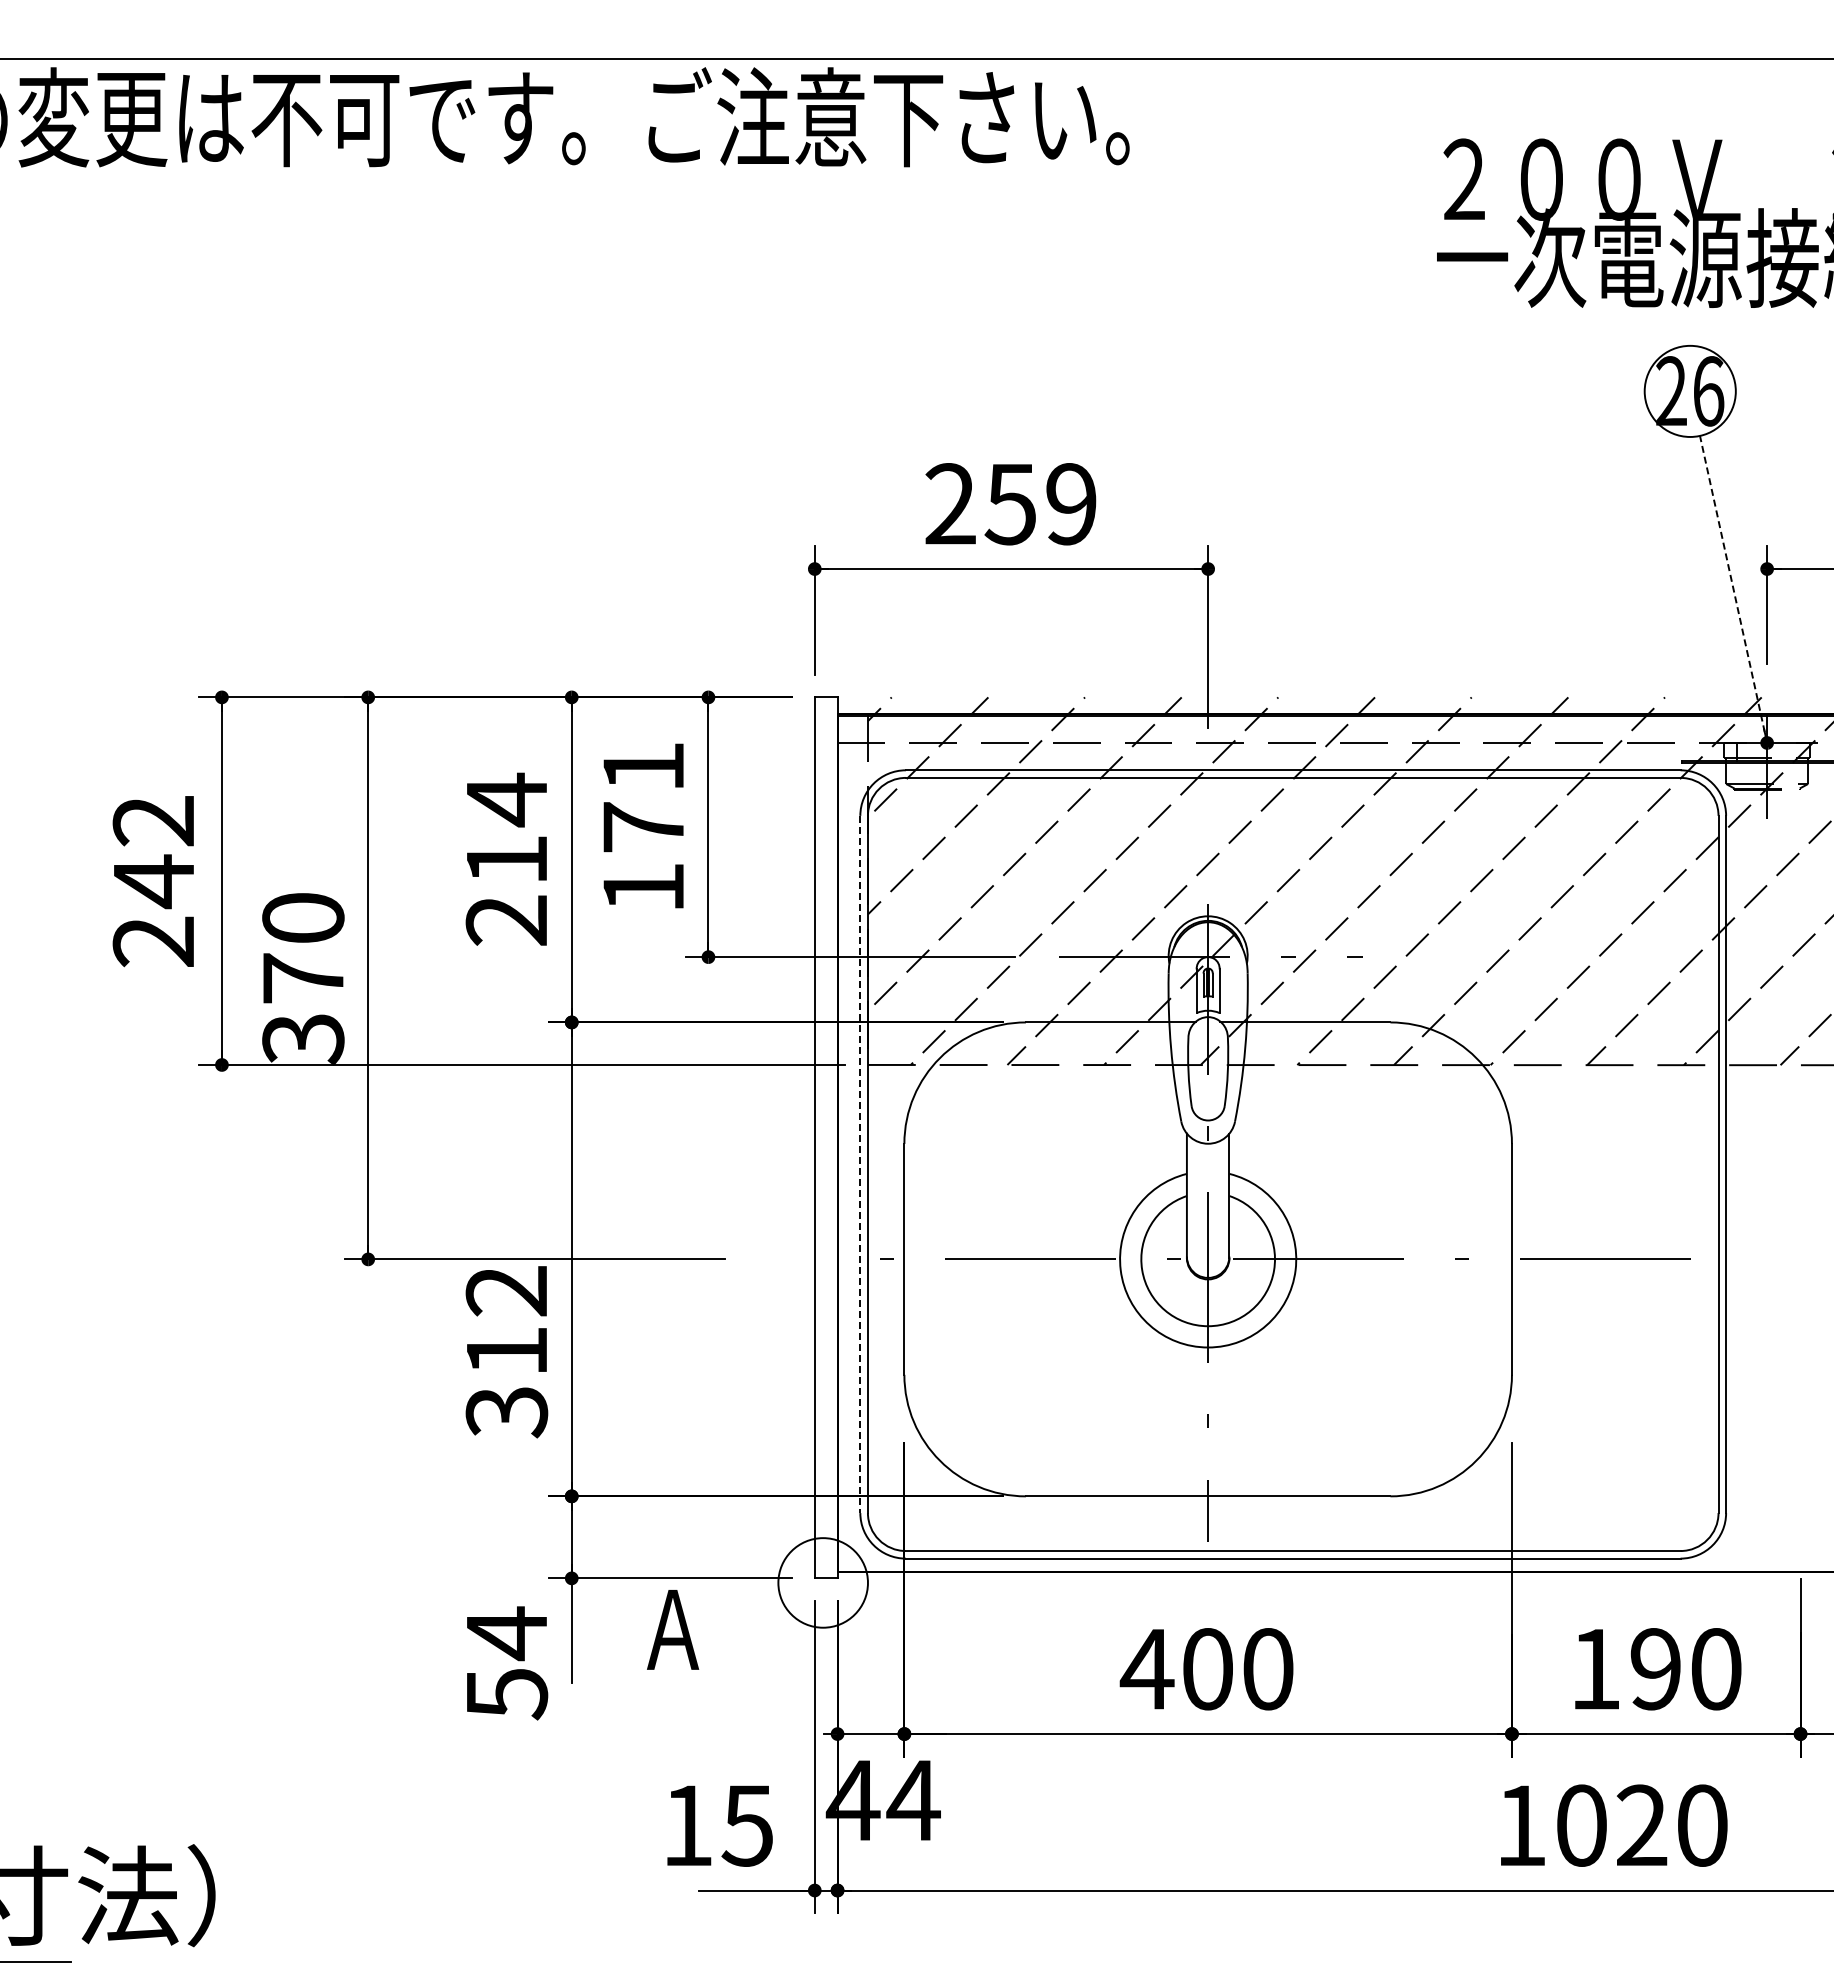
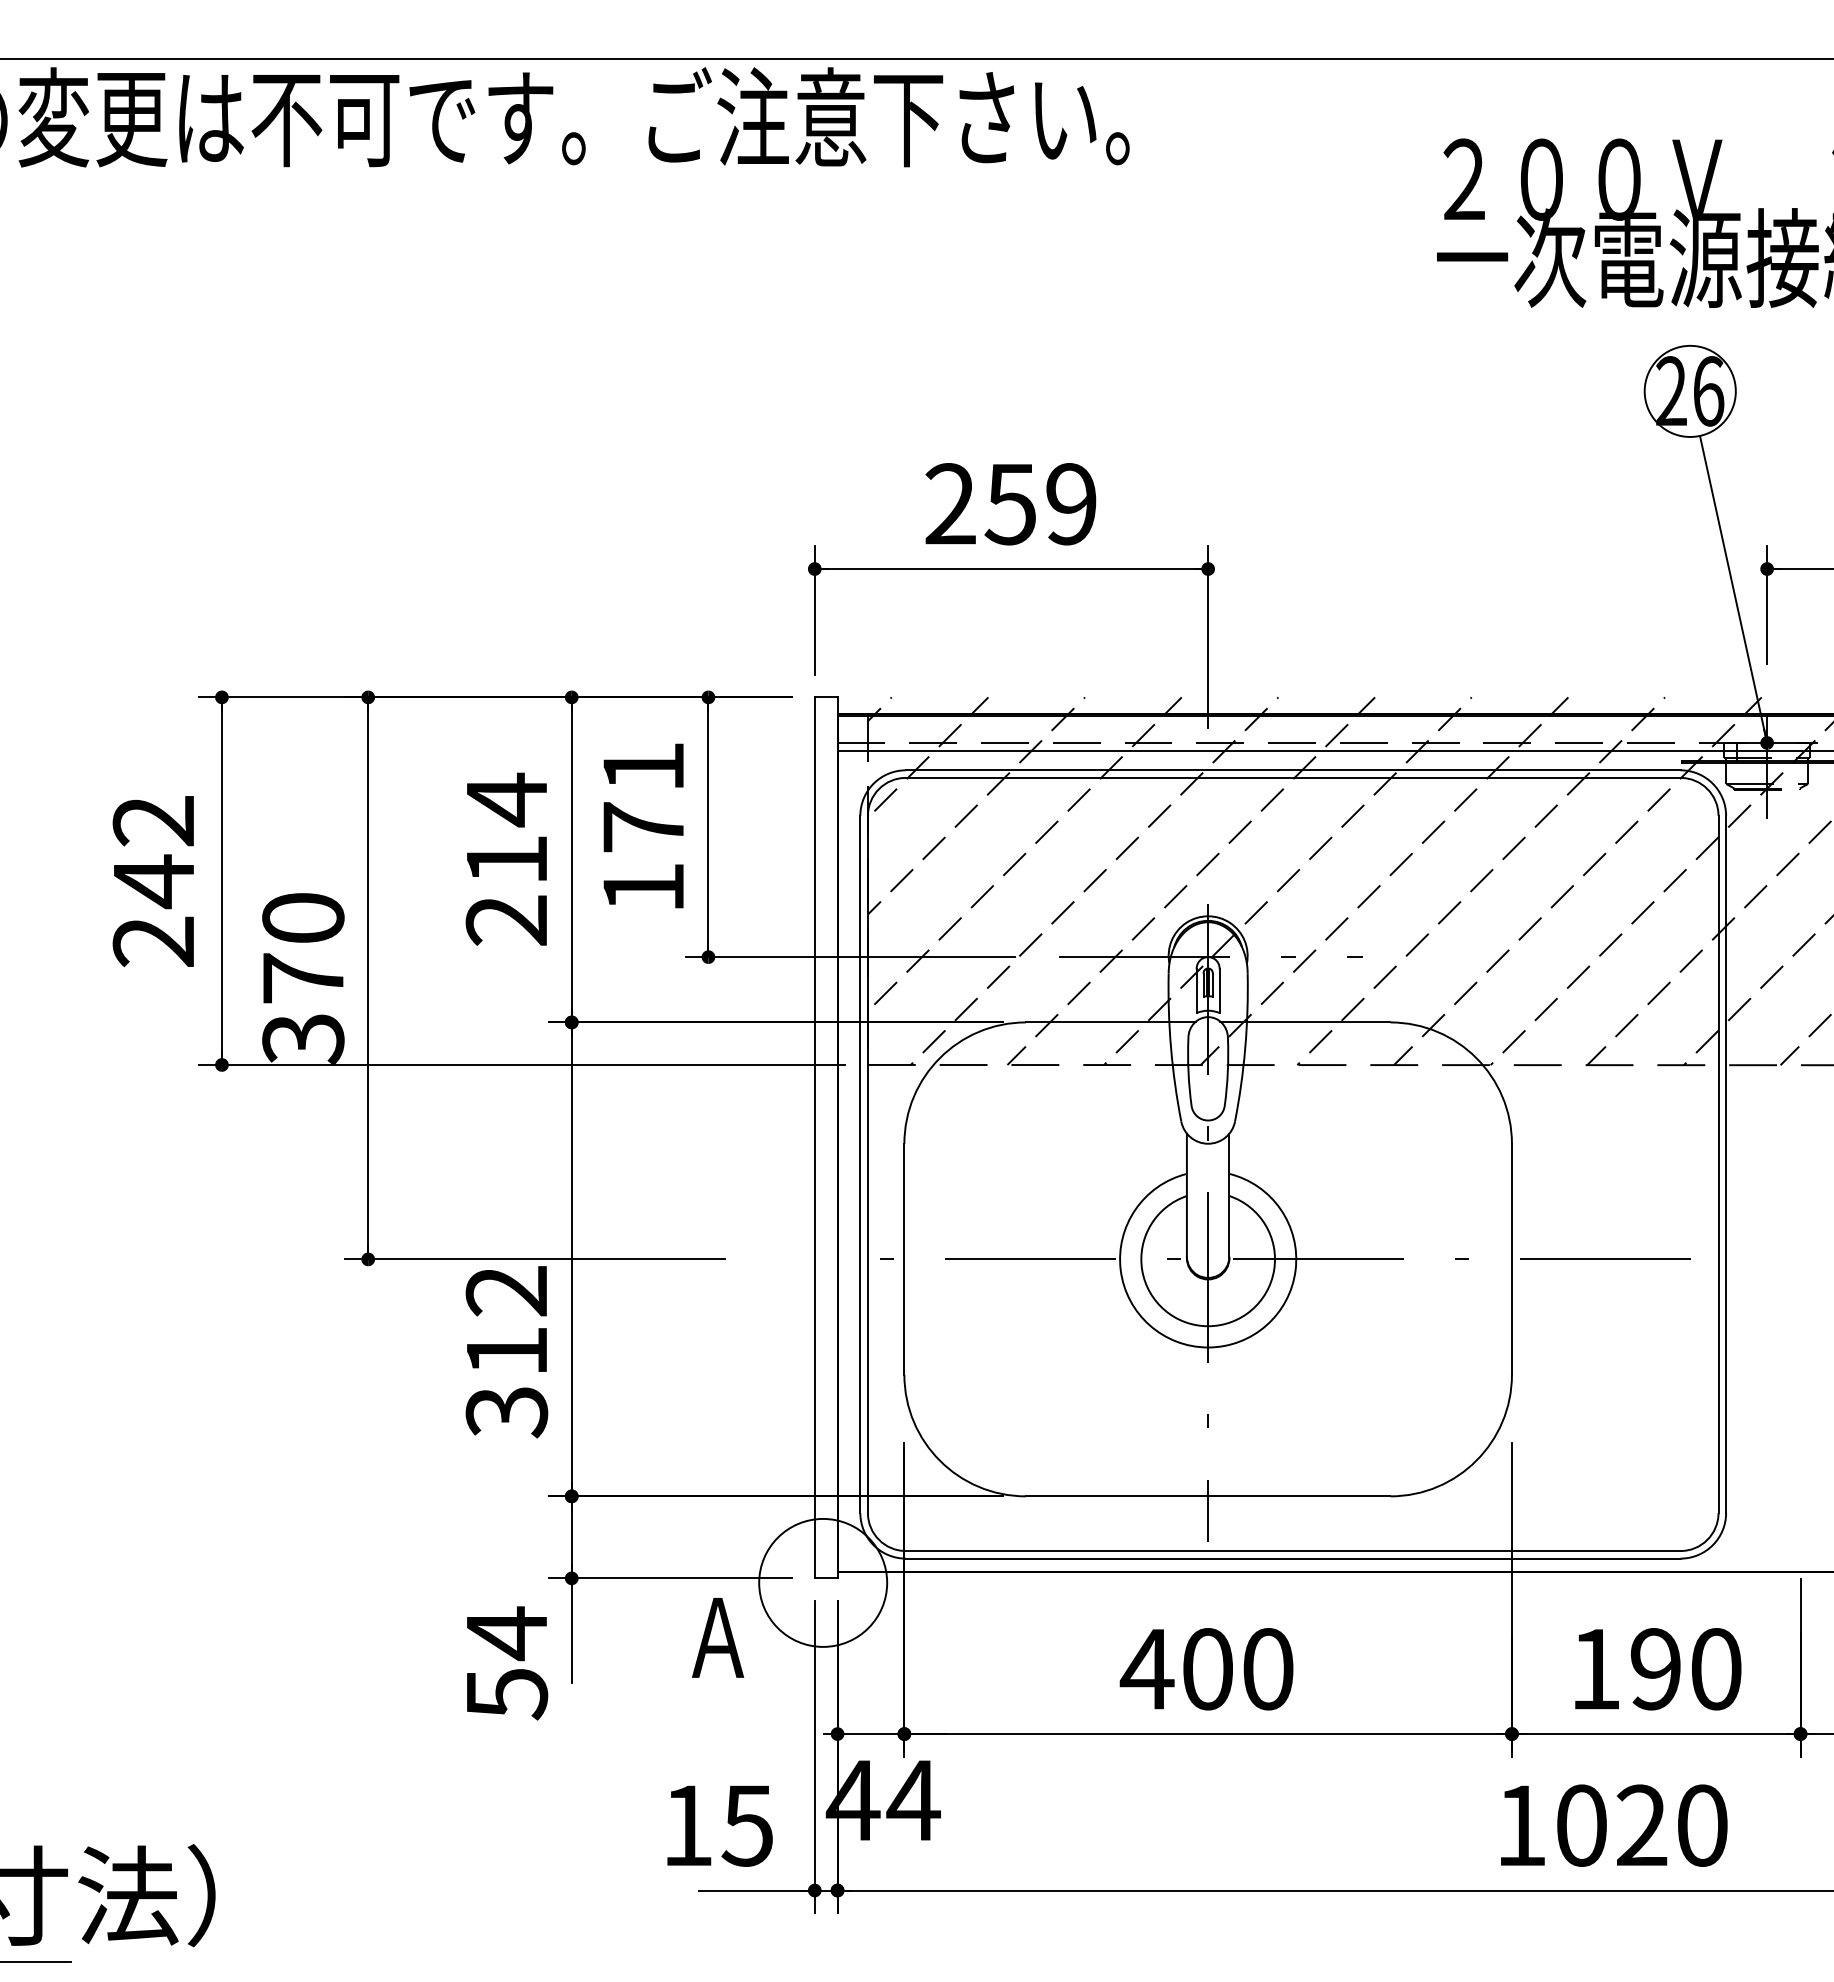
line at (1733, 588): dashed -> solid
line at (1333, 750): none -> present
line at (860, 1164): dashed -> solid
circle at (822, 1582) diameter: 90 px -> 128 px
text at (673, 1629) position: (673, 1629) -> (718, 1637)
